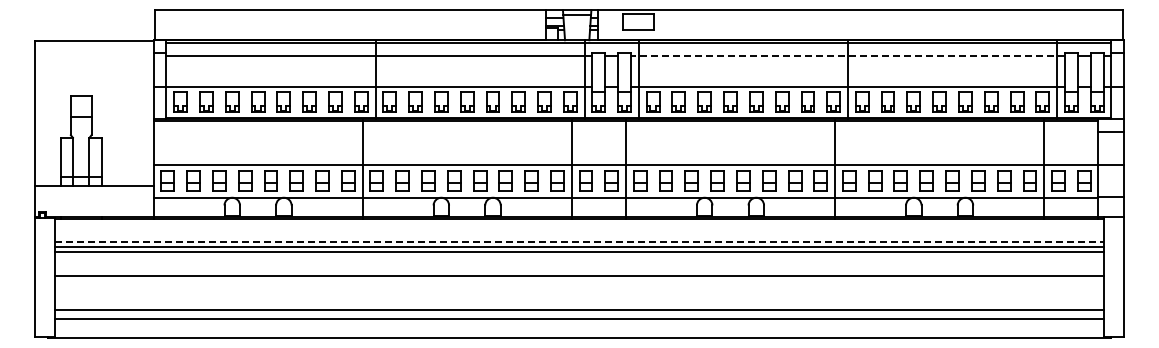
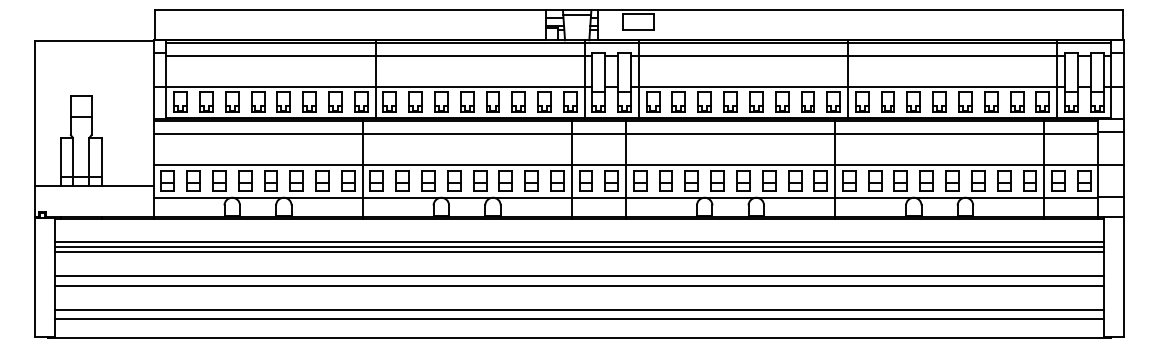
line at (847, 55): dashed -> solid
line at (625, 134): none -> present
line at (579, 242): dashed -> solid
line at (579, 285): none -> present
